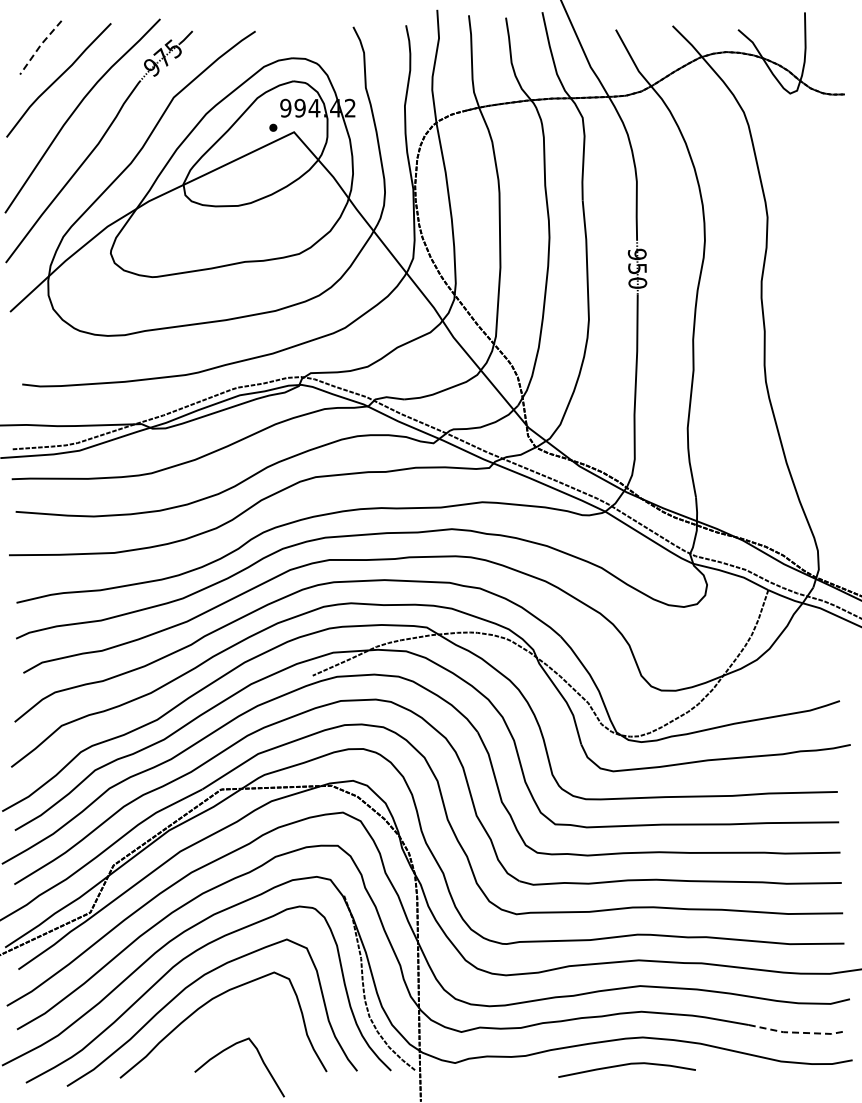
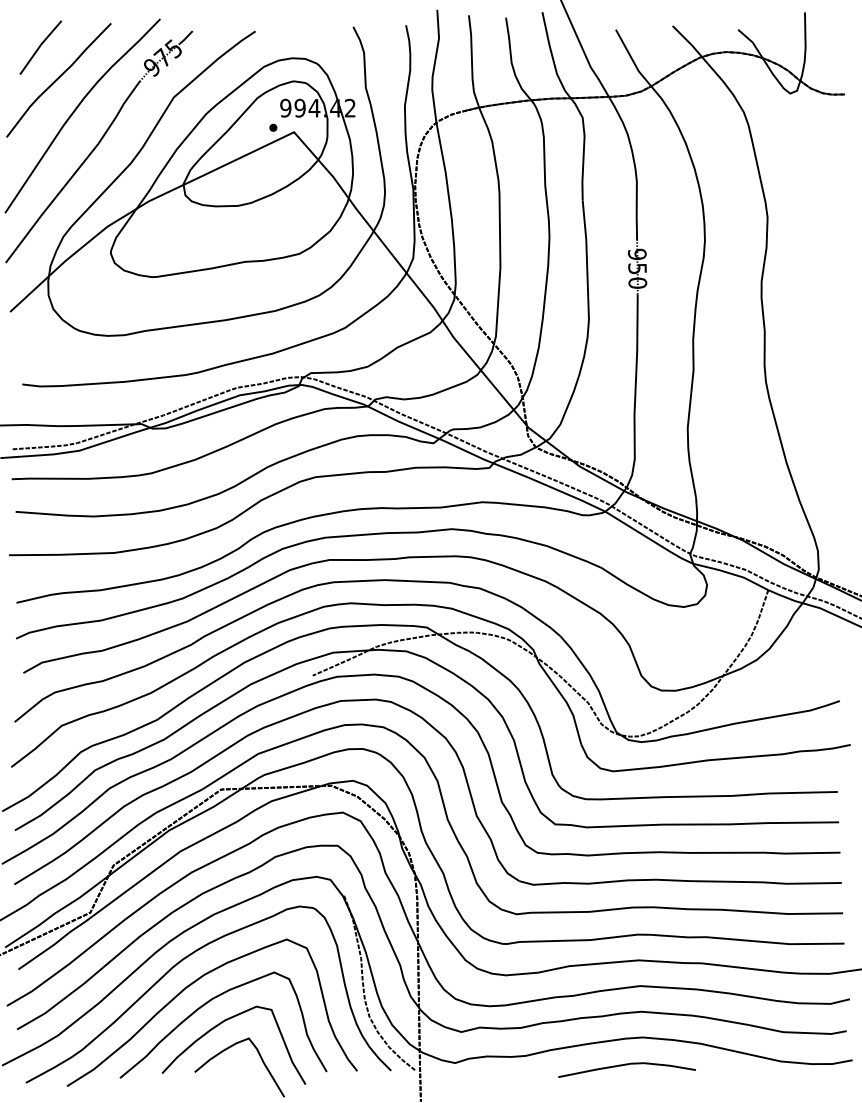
line at (39, 46): dashed -> solid
curve at (219, 1025): none -> present
line at (798, 1032): dashed -> solid
